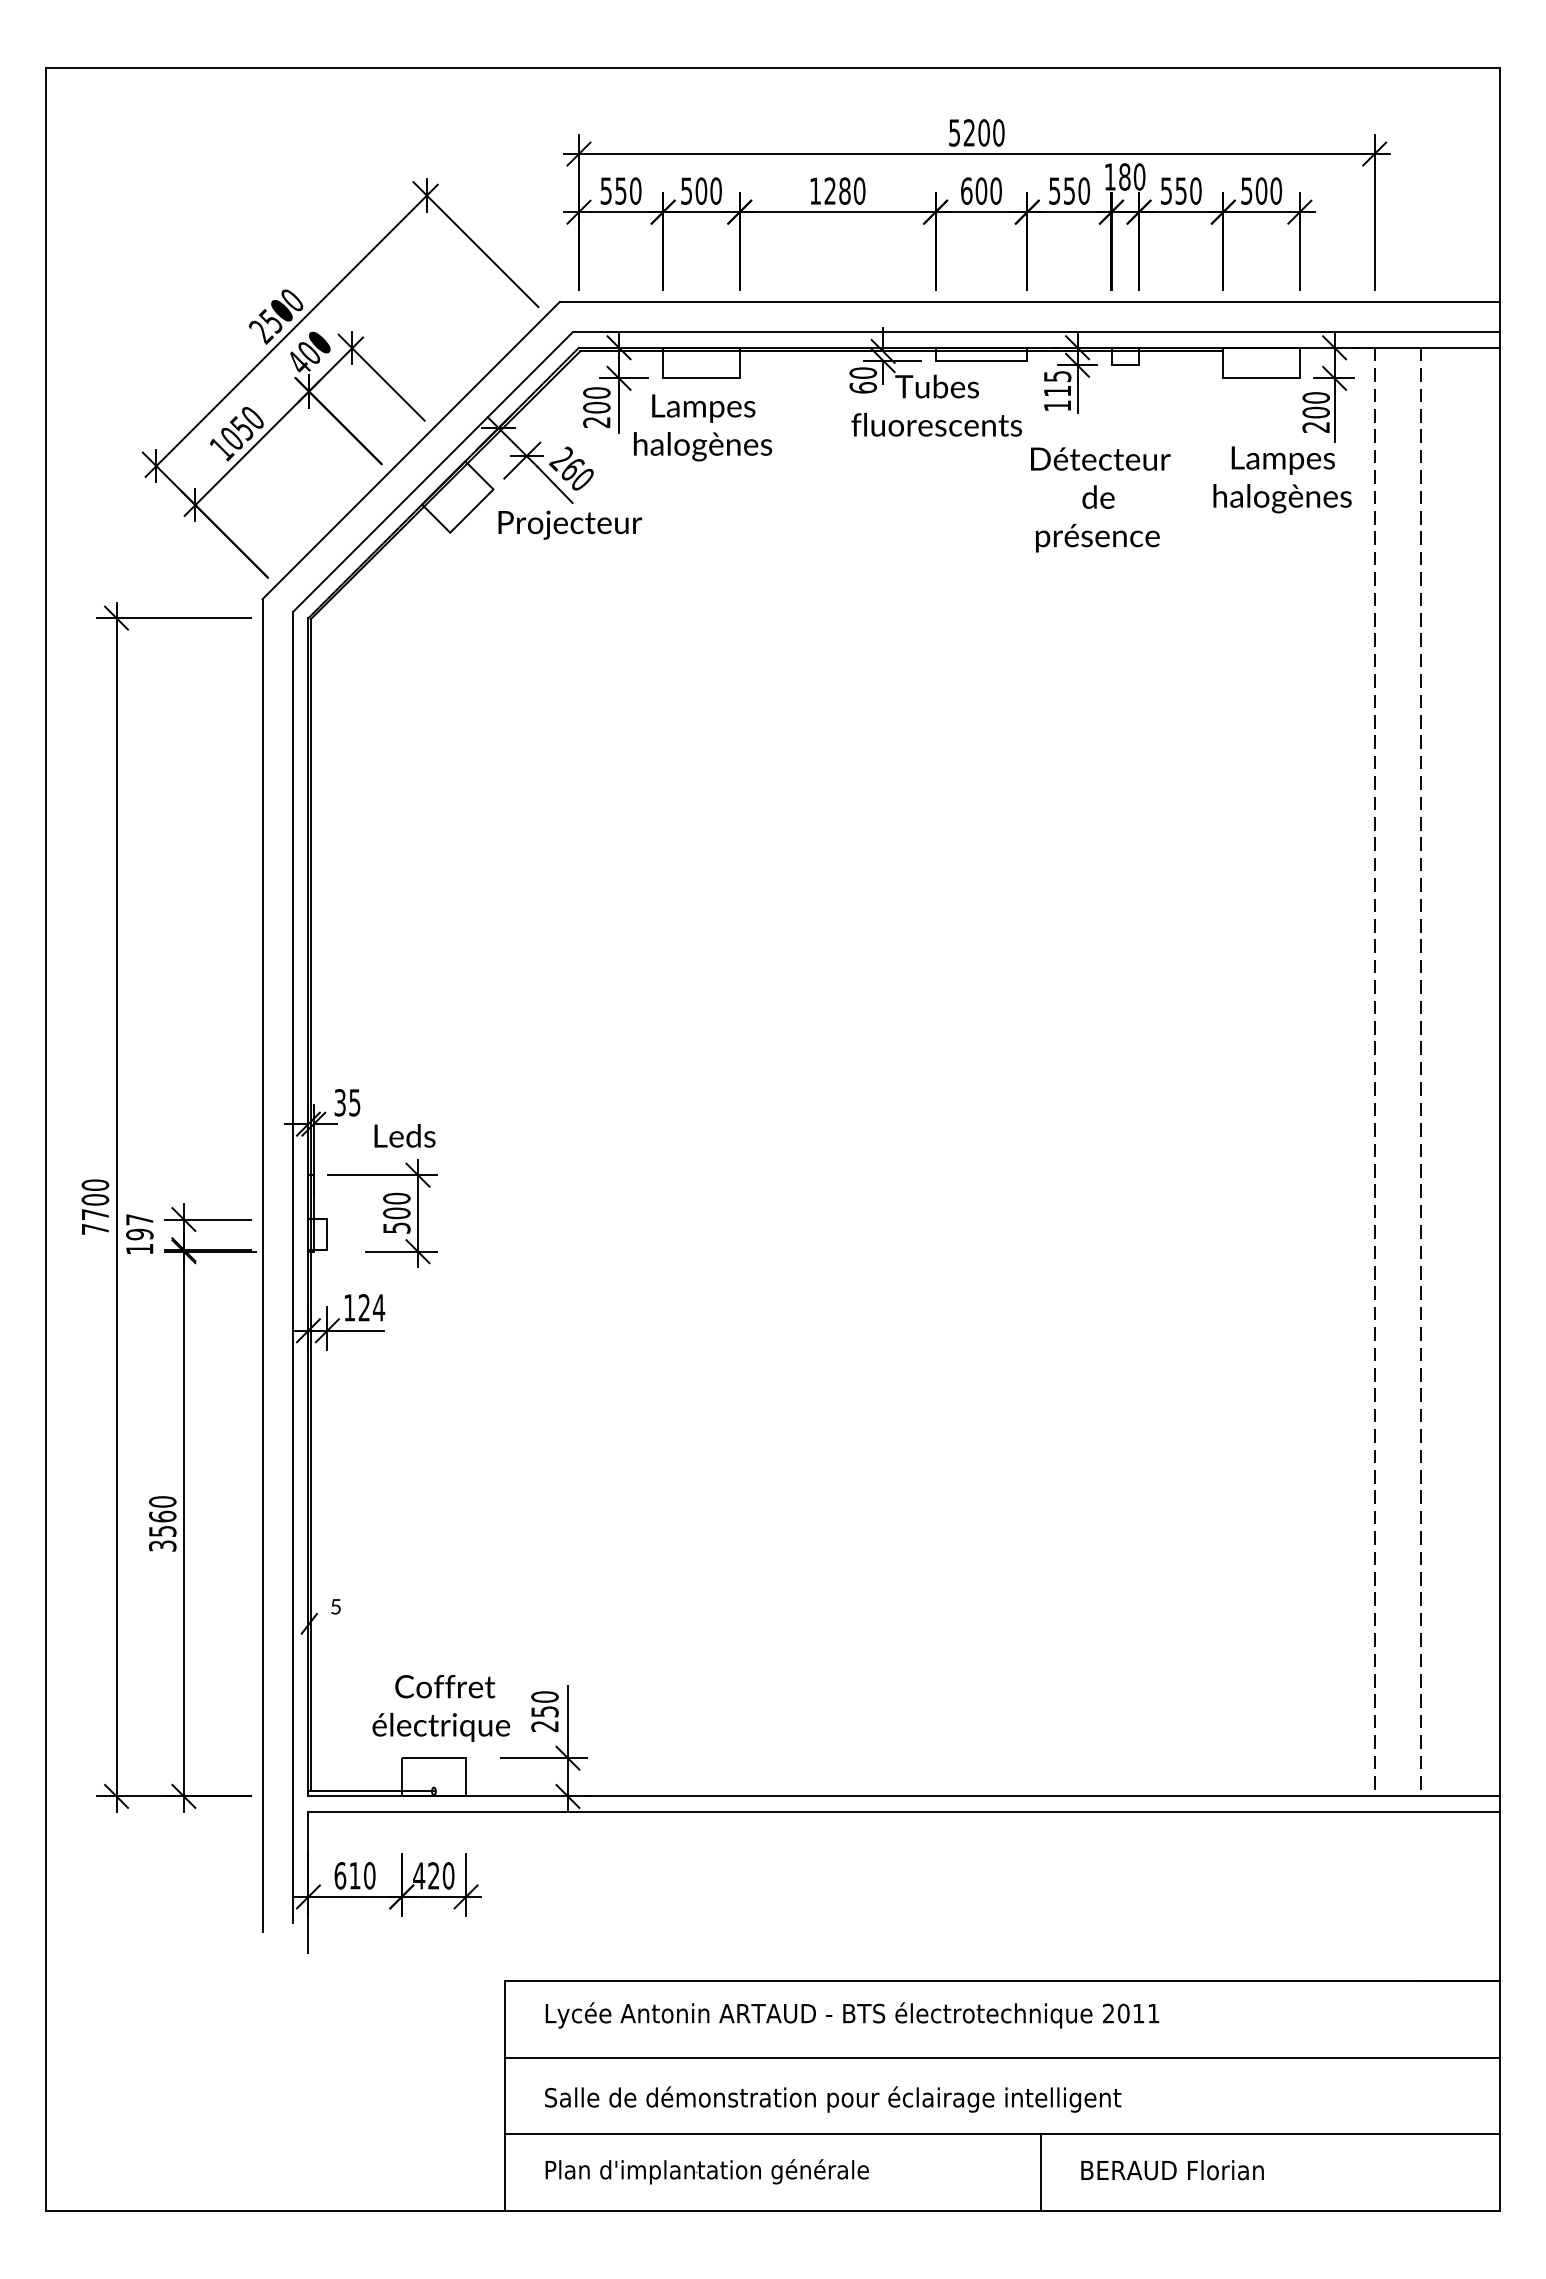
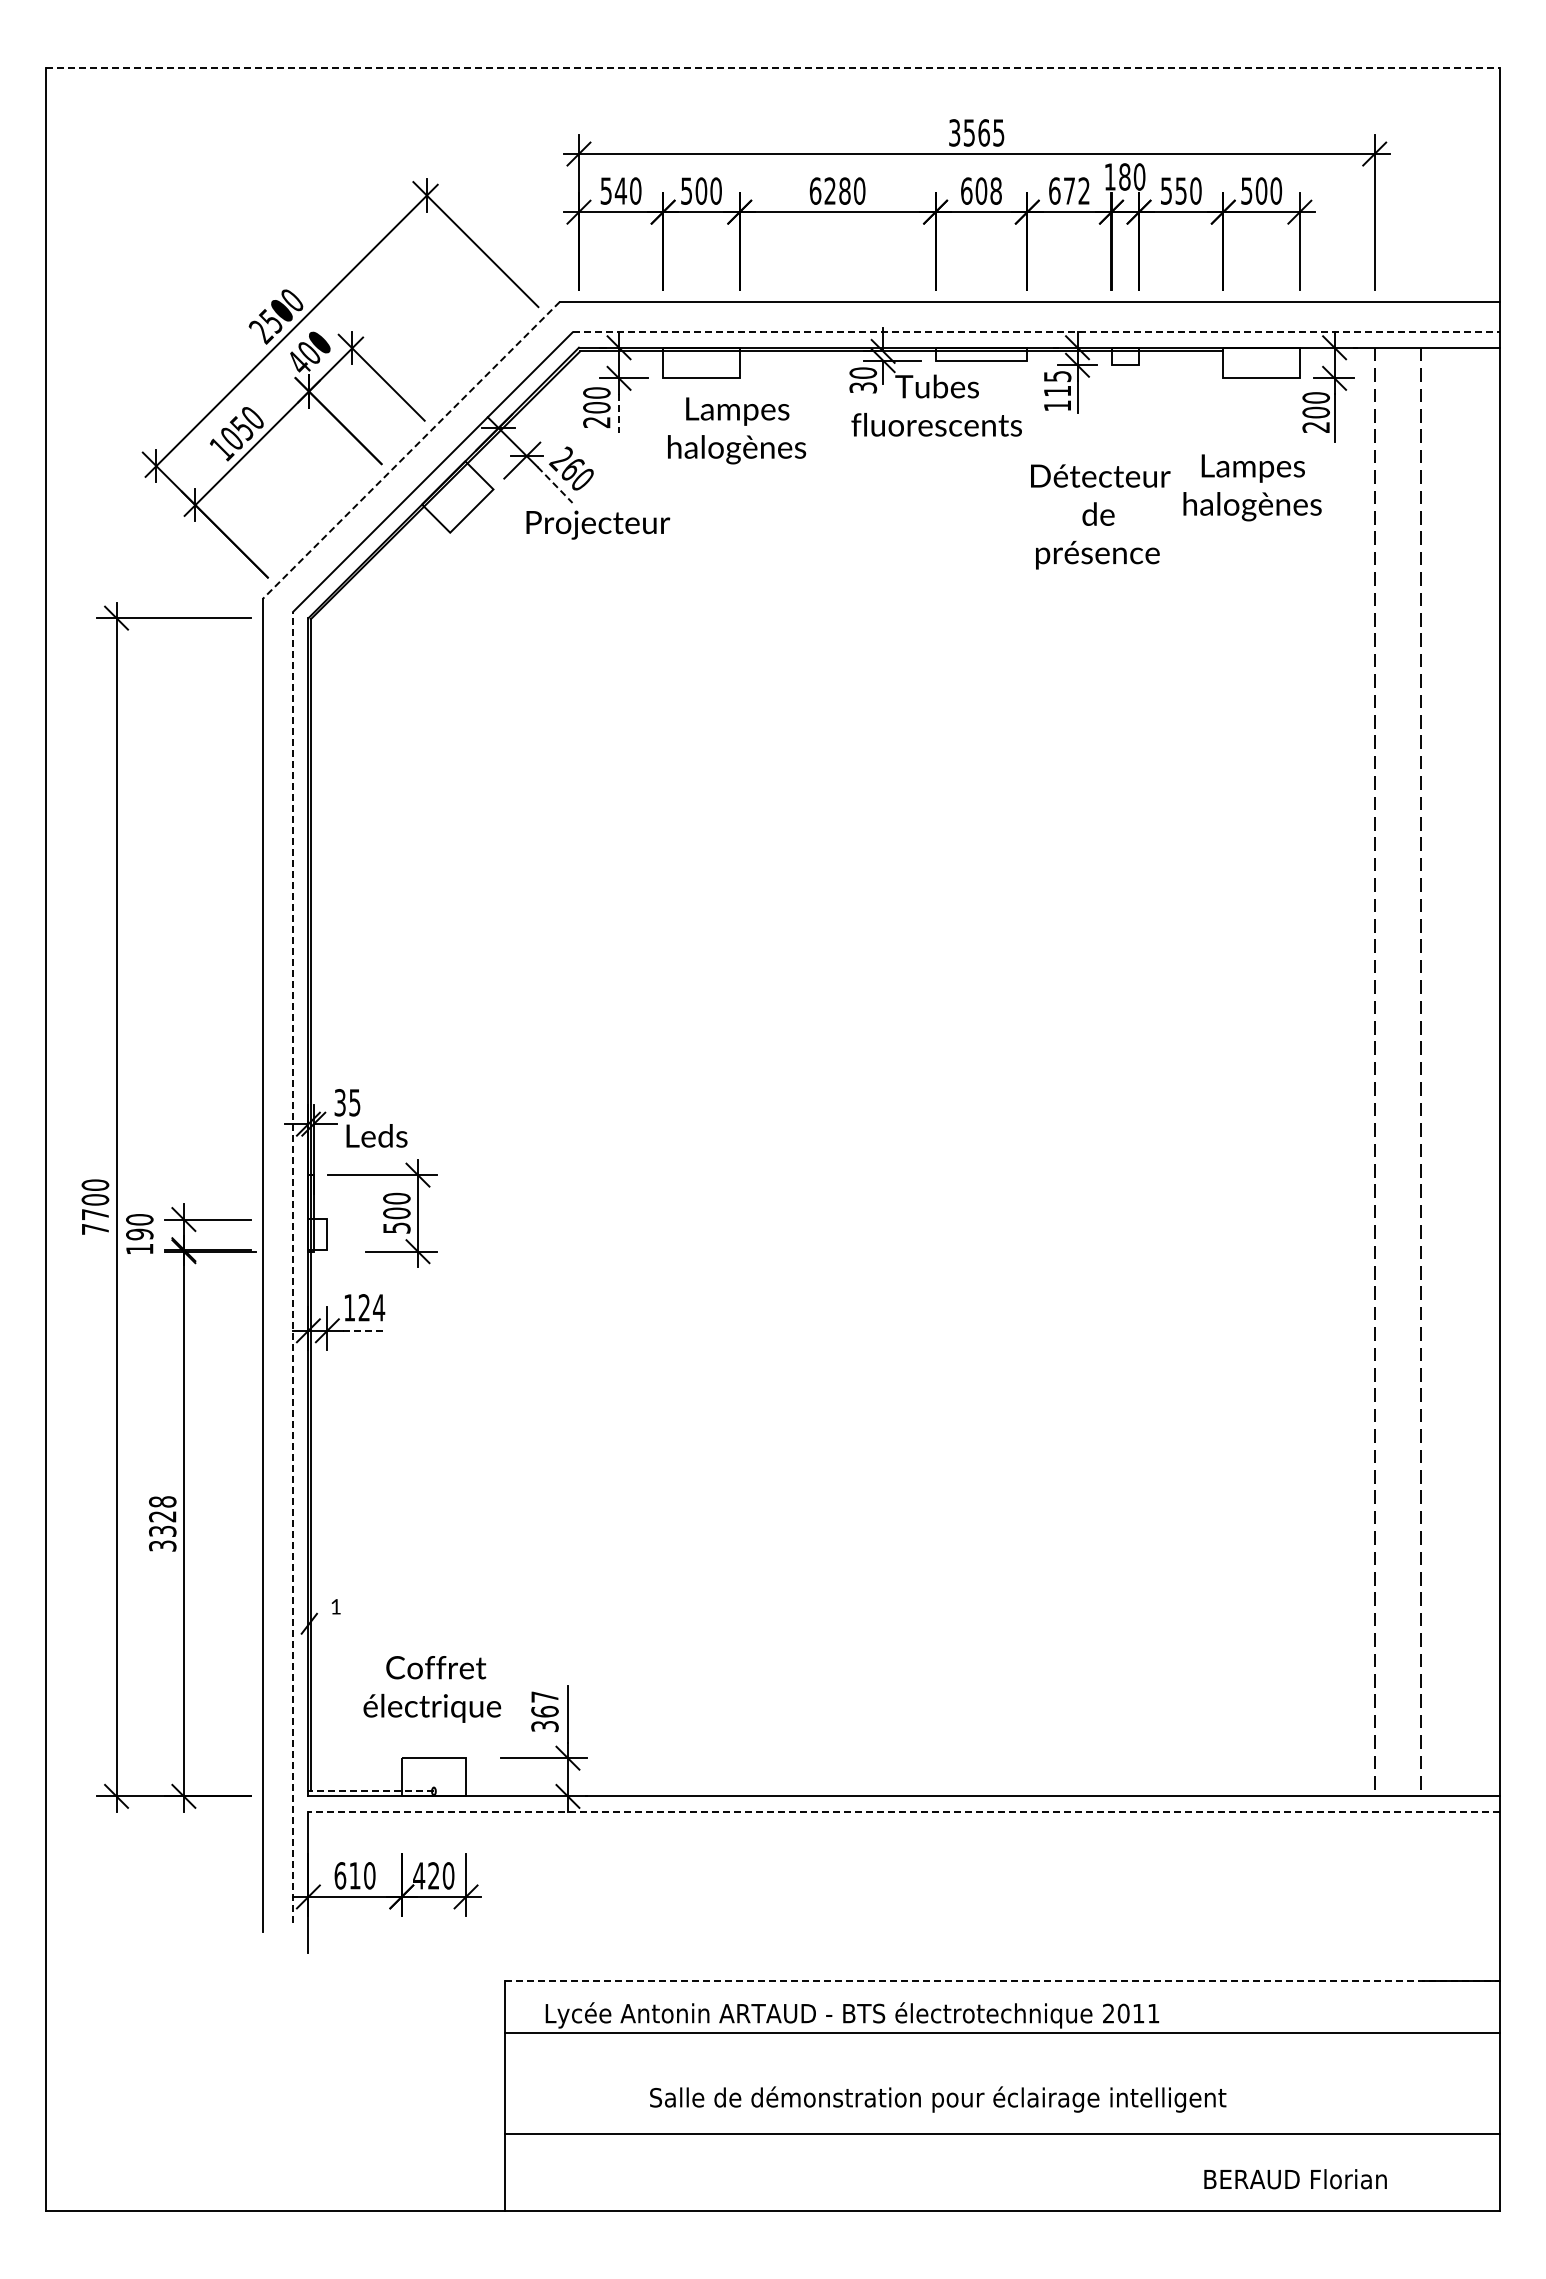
line at (773, 68): solid -> dashed
text at (976, 132): 5200 -> 3565
text at (620, 190): 550 -> 540
text at (815, 190): 1280 -> 6280
text at (995, 190): 600 -> 608
text at (1069, 190): 550 -> 672
line at (1036, 332): solid -> dashed
text at (863, 387): 60 -> 30
line at (619, 413): solid -> dashed
text at (703, 427) position: (703, 427) -> (737, 430)
line at (410, 450): solid -> dashed
text at (1282, 479) position: (1282, 479) -> (1252, 487)
line at (555, 485): solid -> dashed
text at (1100, 499) position: (1100, 499) -> (1100, 516)
text at (570, 524) position: (570, 524) -> (598, 524)
text at (404, 1135) position: (404, 1135) -> (376, 1135)
text at (139, 1219): 197 -> 190
line at (293, 1267): solid -> dashed
line at (363, 1330): solid -> dashed
text at (162, 1516): 3560 -> 3328
text at (335, 1606): 5 -> 1
text at (441, 1708) position: (441, 1708) -> (432, 1689)
text at (544, 1711): 250 -> 367
line at (372, 1791): solid -> dashed
line at (904, 1811): solid -> dashed
line at (1003, 1981): solid -> dashed
line at (1002, 2057) position: (1002, 2057) -> (1002, 2032)
text at (833, 2099) position: (833, 2099) -> (938, 2099)
text at (1172, 2170) position: (1172, 2170) -> (1295, 2179)
part at (706, 2171): present -> none
line at (1040, 2172): present -> none
